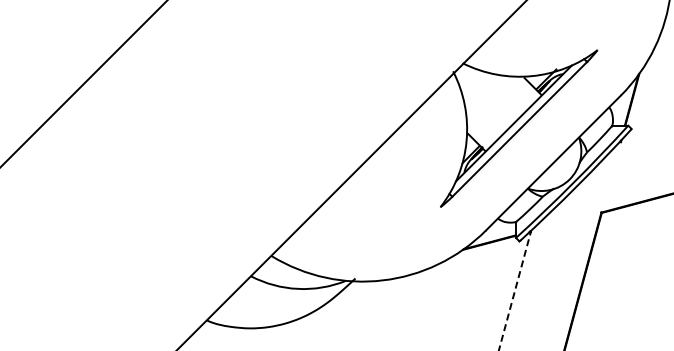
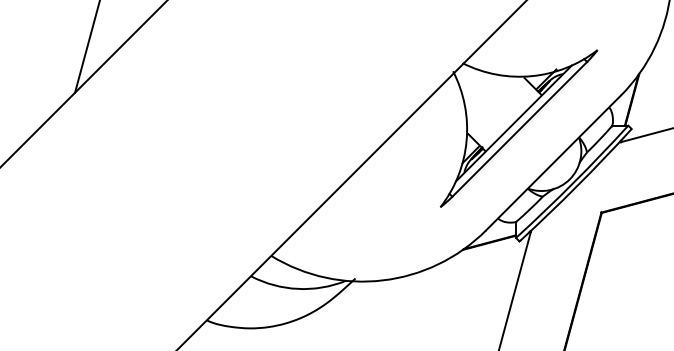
line at (87, 47): none -> present
line at (645, 135): none -> present
line at (515, 290): dashed -> solid
